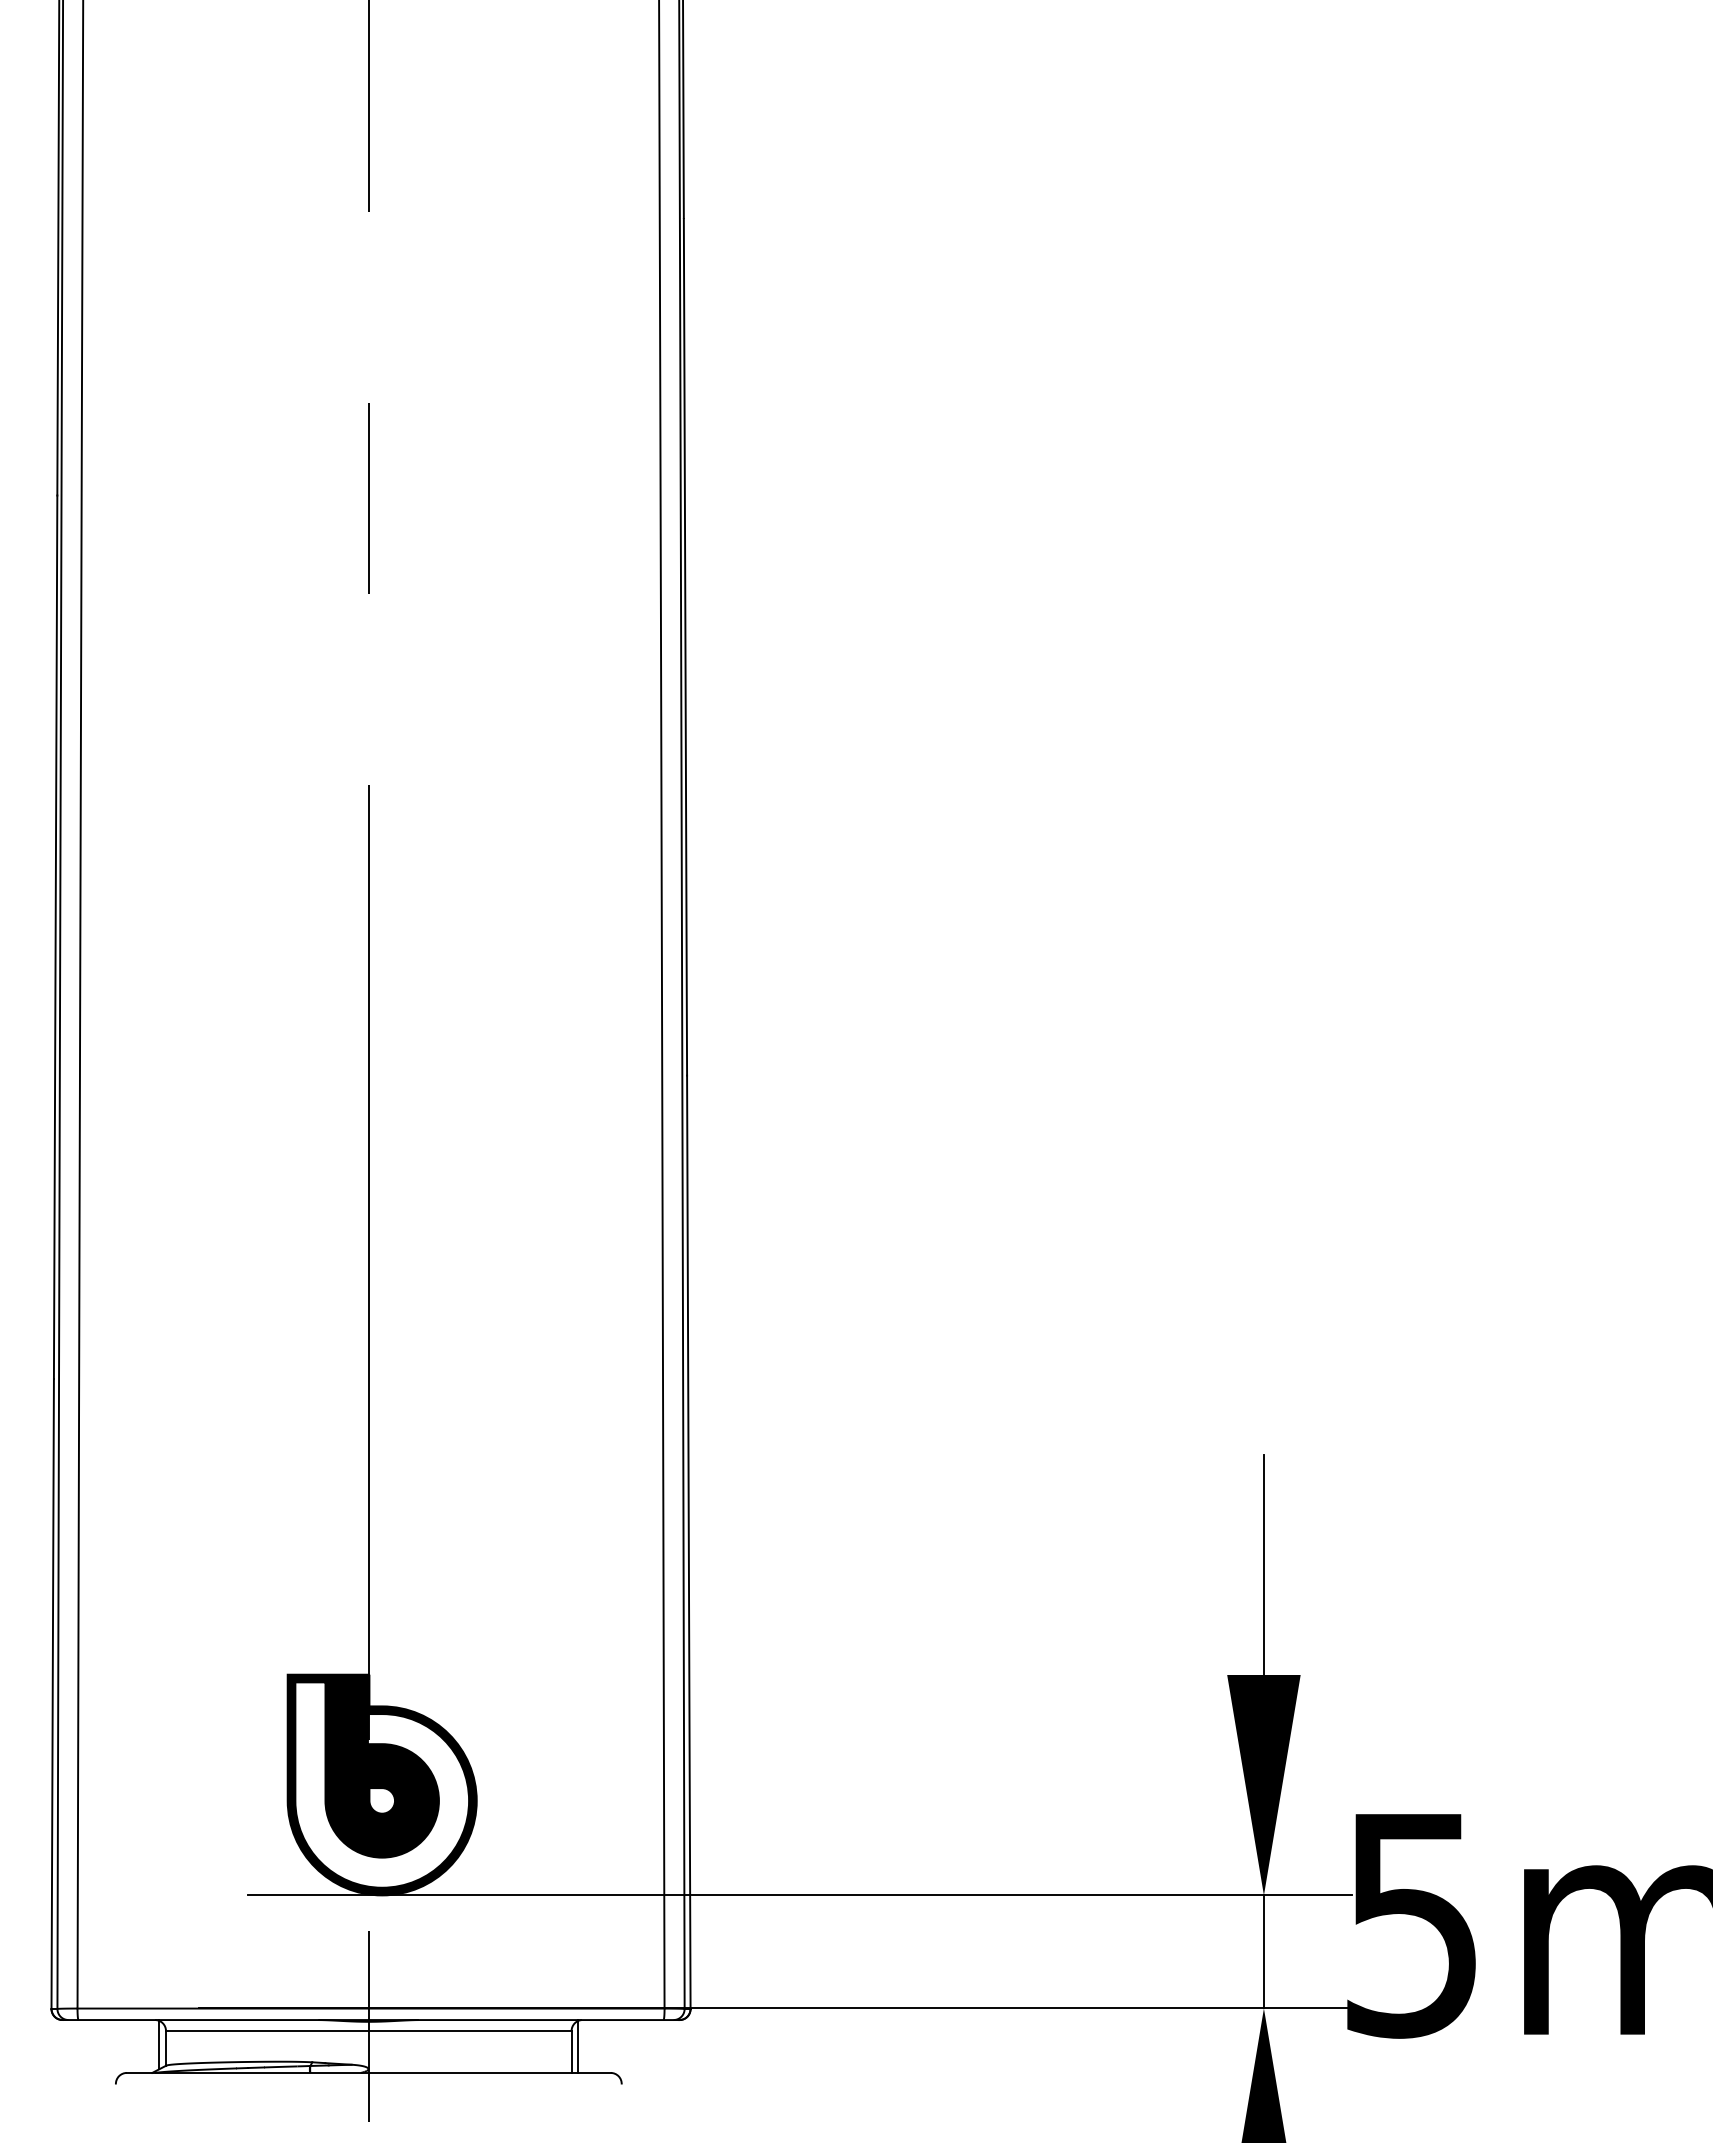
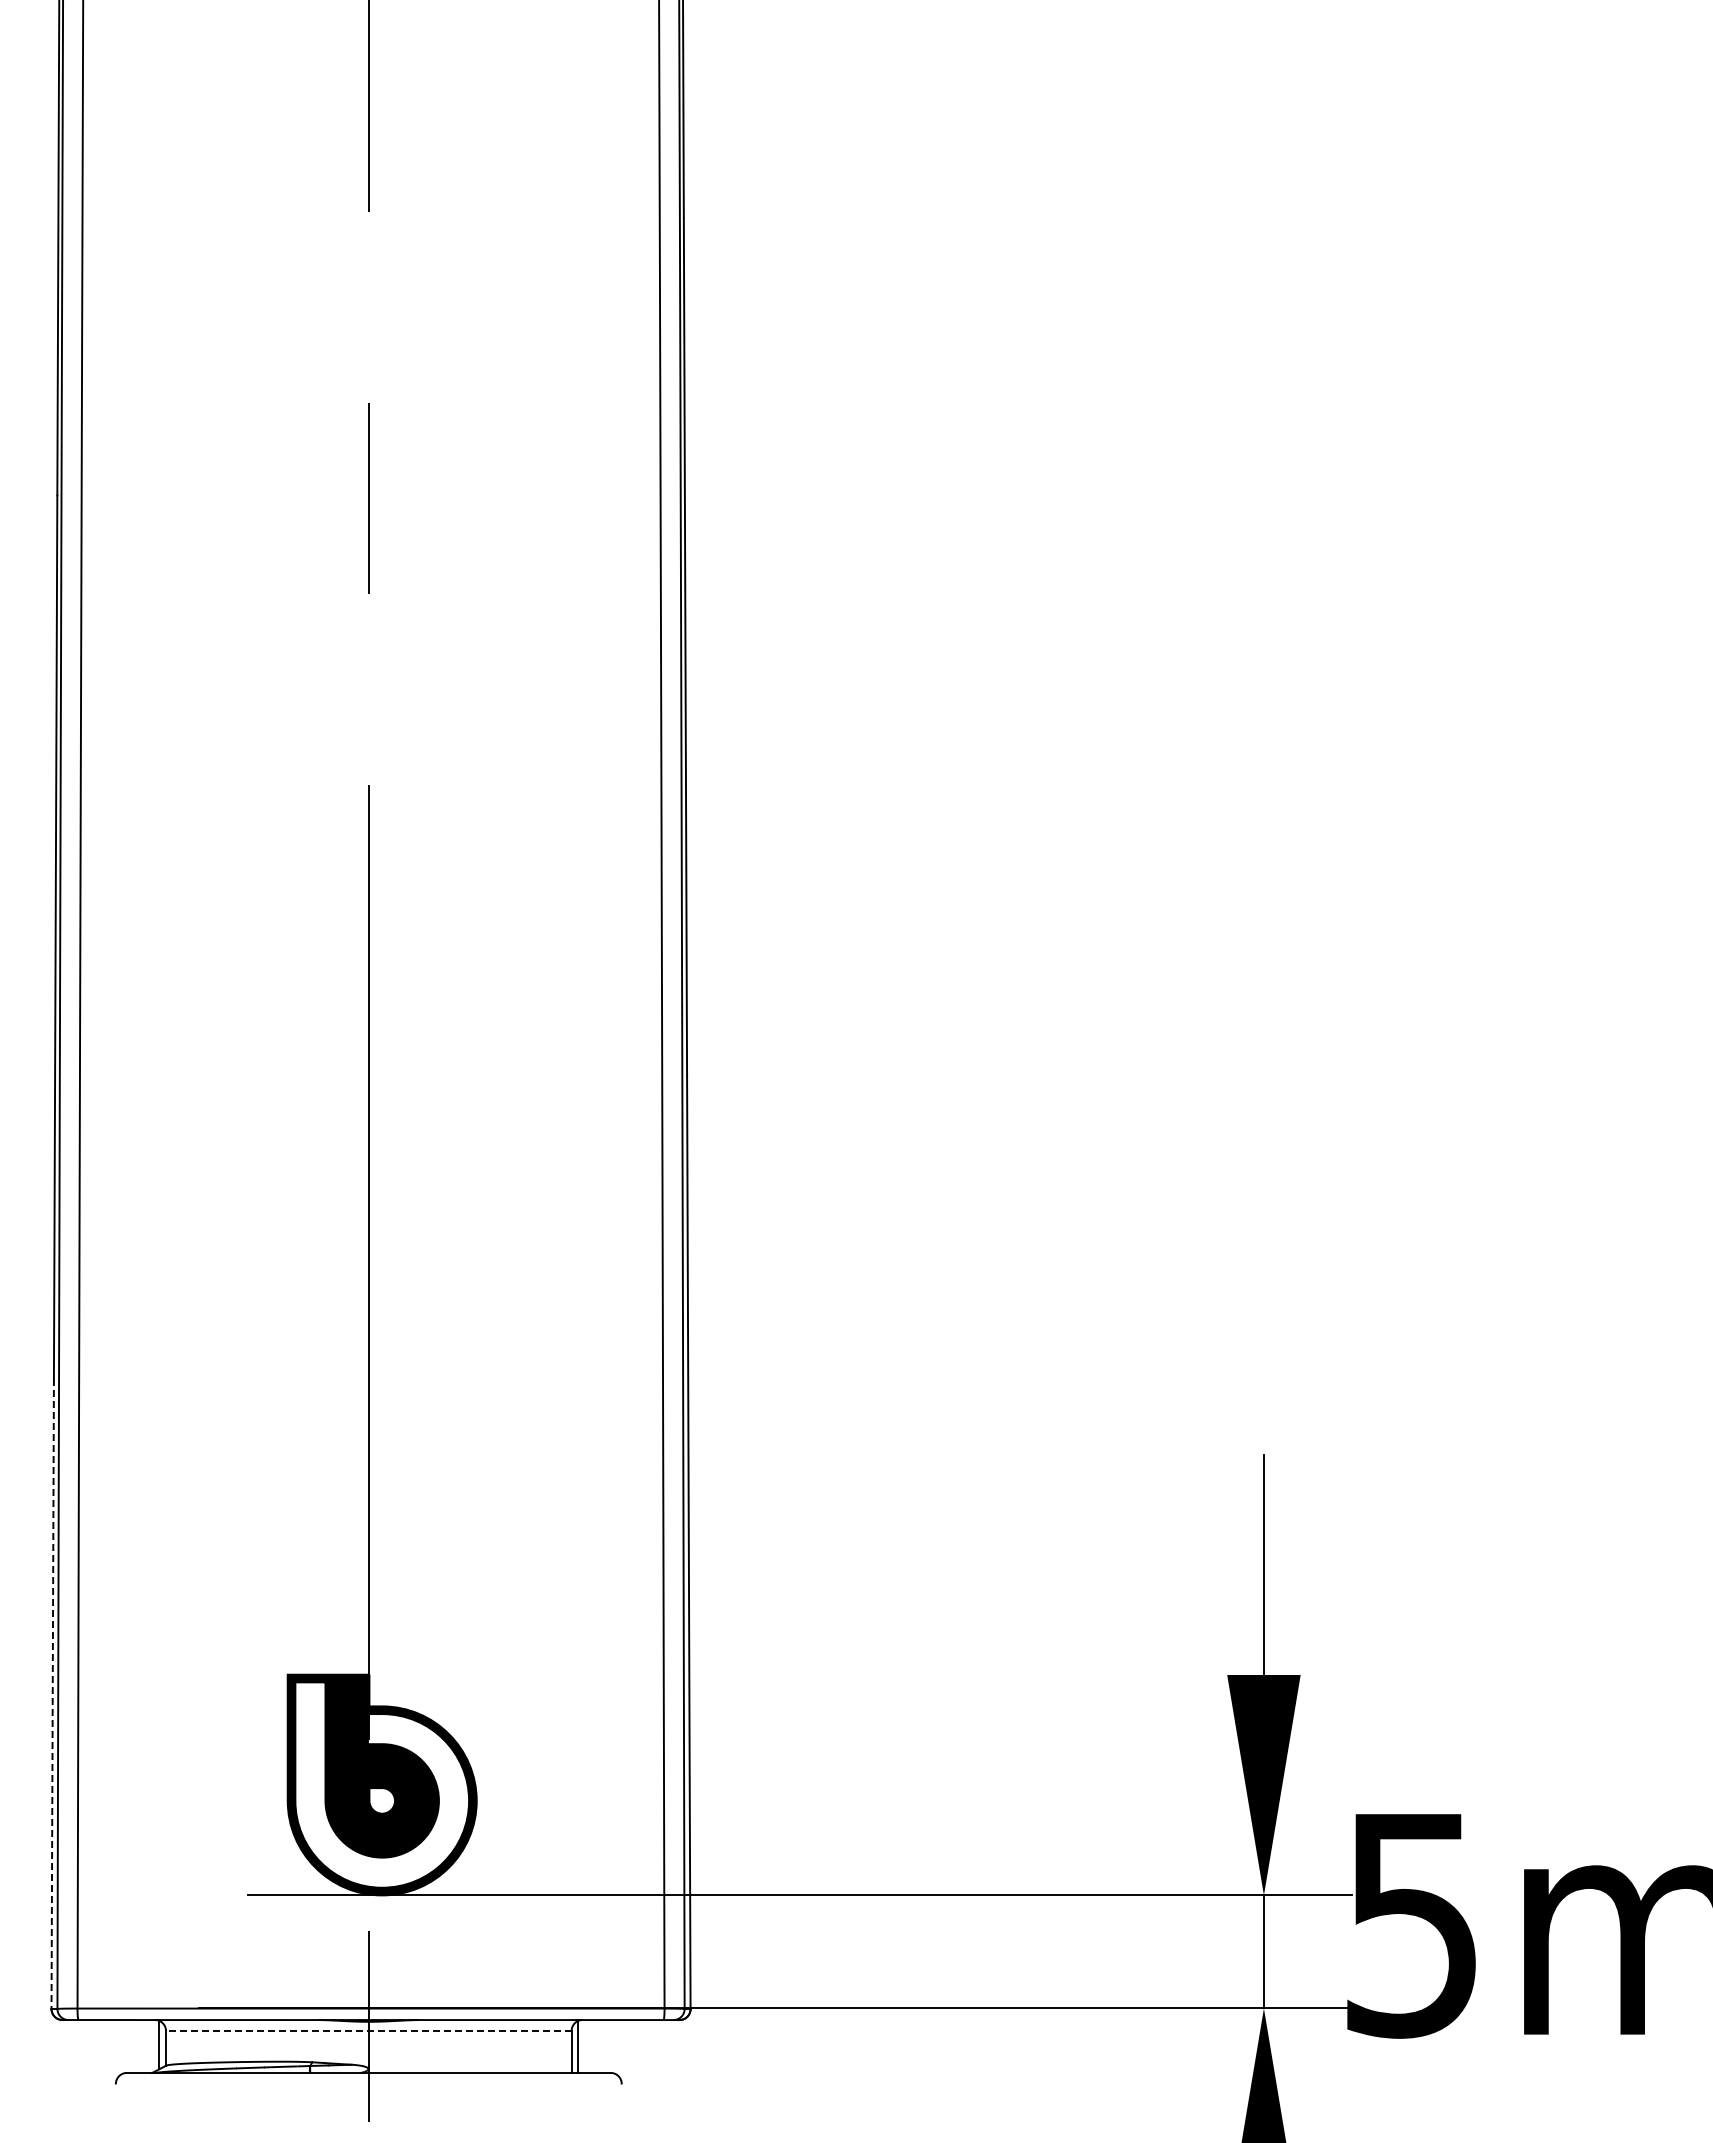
line at (52, 1693): solid -> dashed
line at (368, 2031): solid -> dashed
